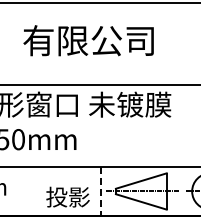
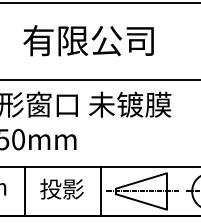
line at (99, 85) position: (99, 85) -> (99, 80)
line at (25, 191): none -> present
line at (101, 191): dashed -> solid
text at (67, 196) position: (67, 196) -> (61, 188)
